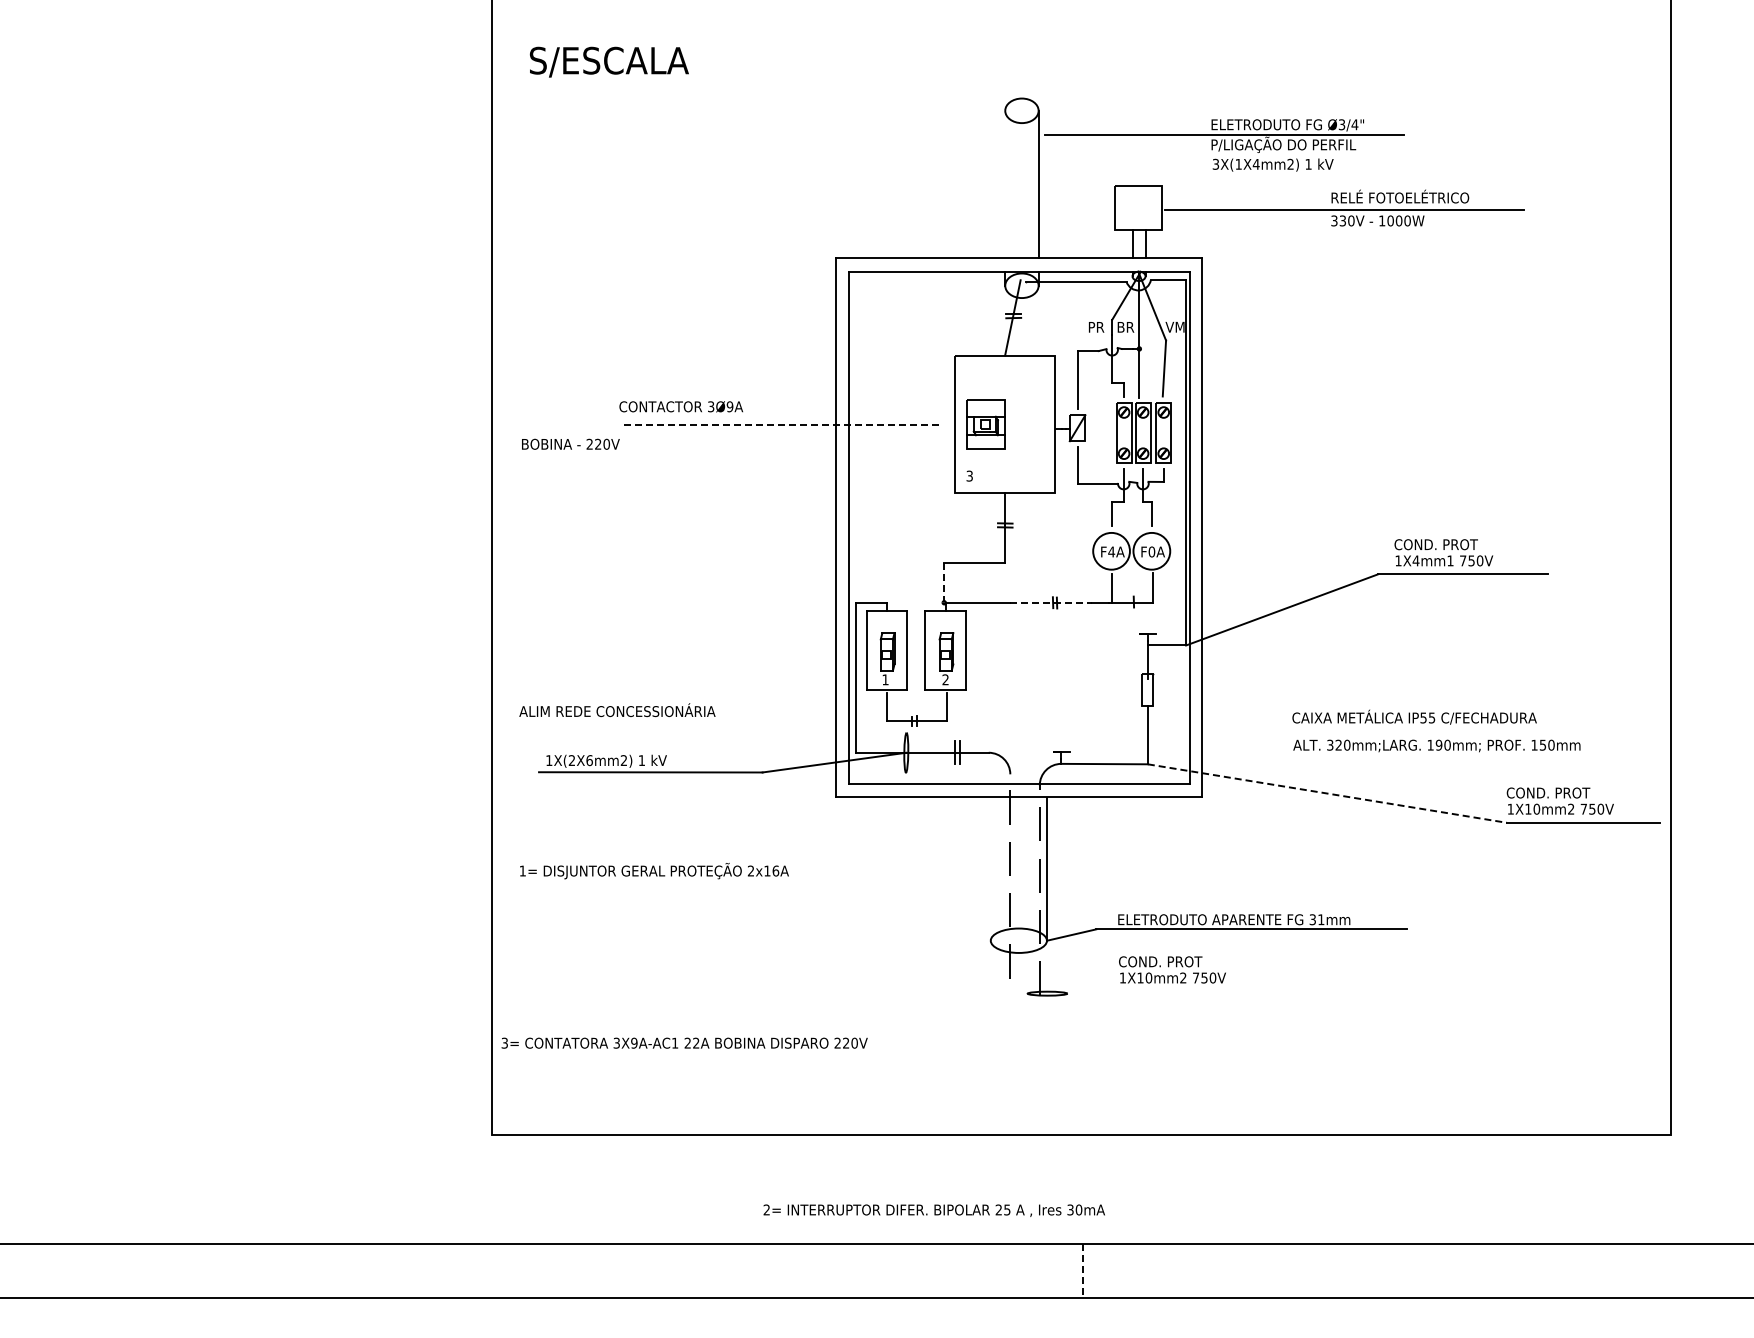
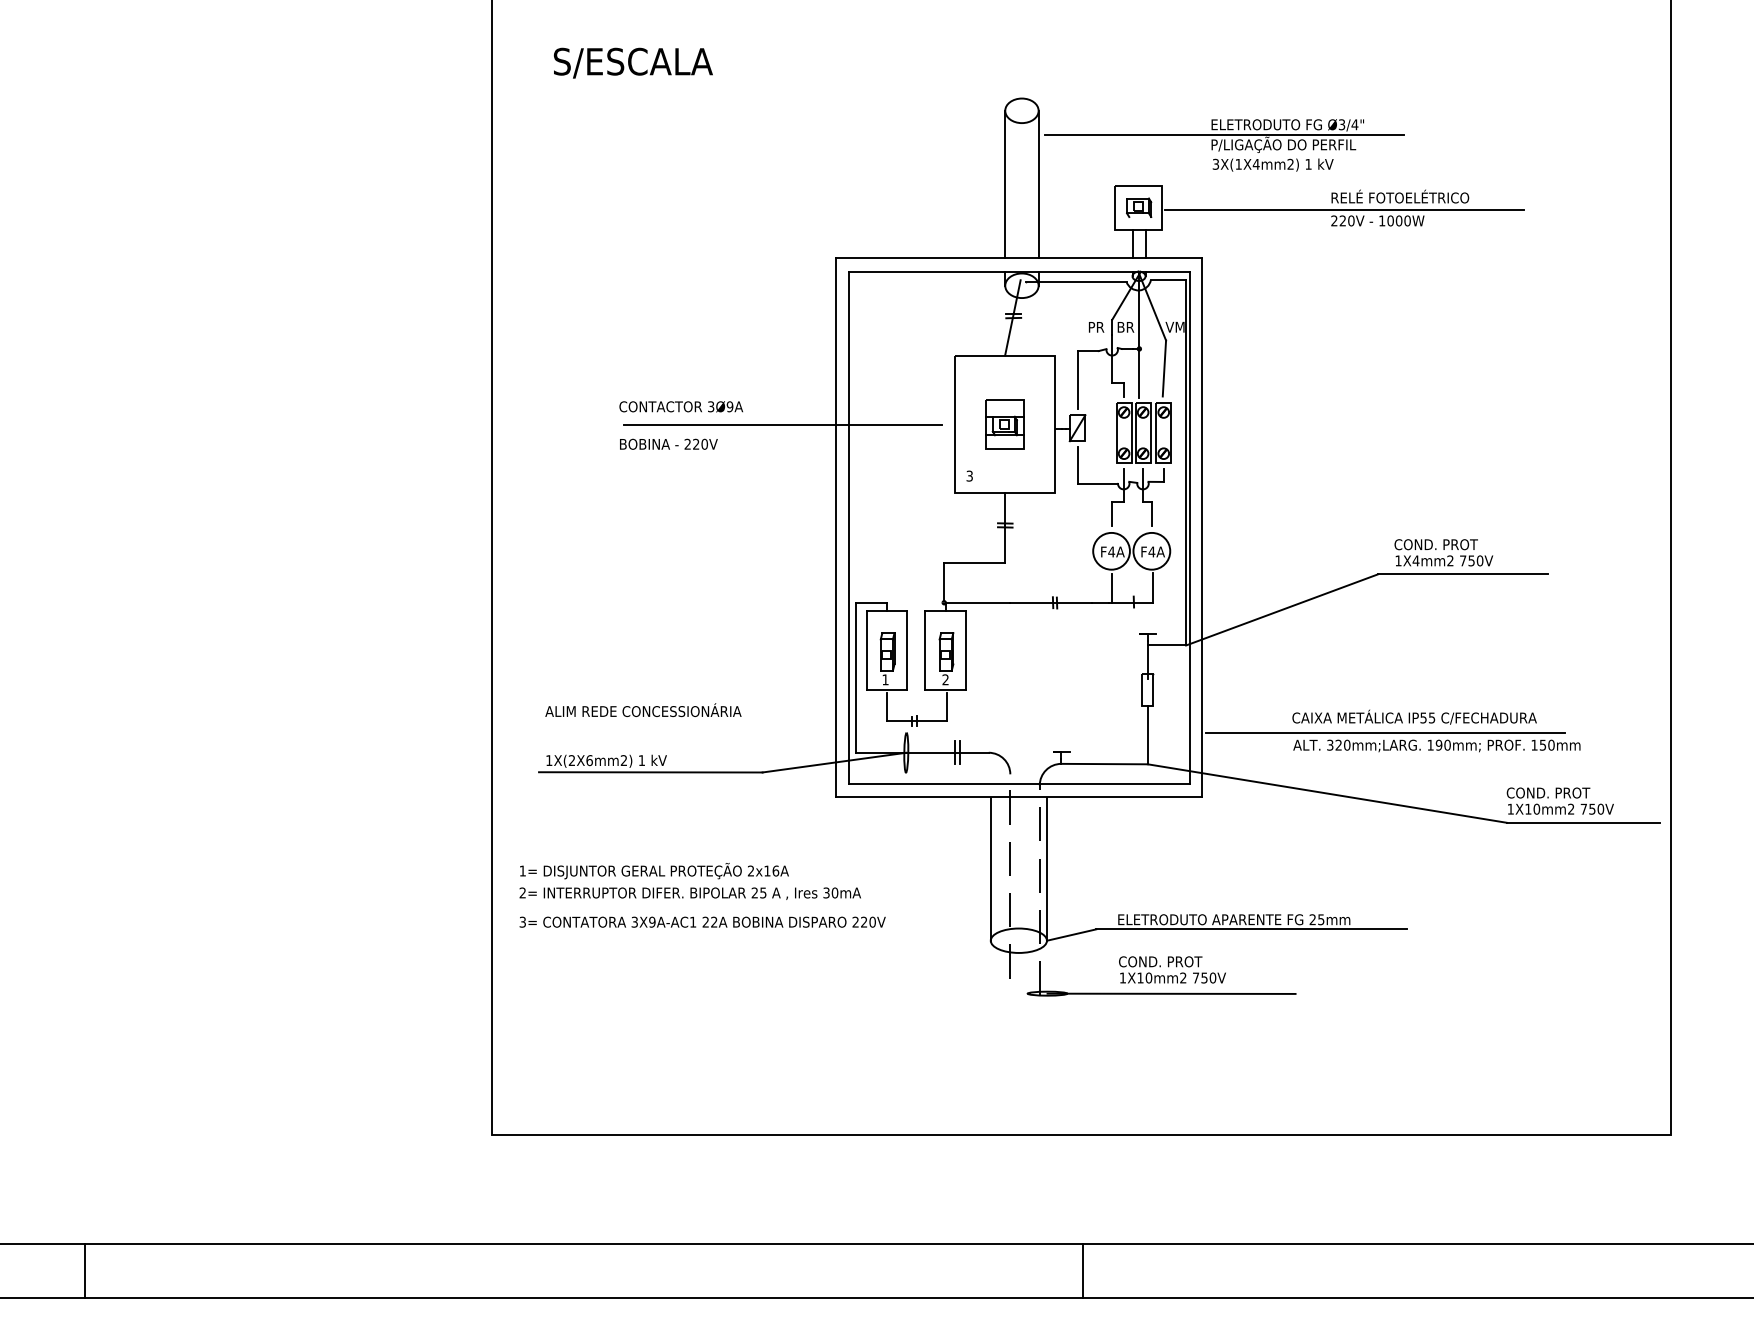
text at (608, 61) position: (608, 61) -> (632, 62)
line at (1005, 184): none -> present
part at (1139, 207): none -> present
text at (1338, 221): 330V -> 220V
line at (783, 424): dashed -> solid
part at (985, 424) position: (985, 424) -> (1004, 424)
text at (570, 443) position: (570, 443) -> (668, 443)
text at (1151, 551): F0A -> F4A
text at (1450, 560): 1X4mm1 -> 1X4mm2
line at (944, 582): dashed -> solid
line at (1051, 602): dashed -> solid
text at (617, 710) position: (617, 710) -> (643, 710)
line at (1385, 732): none -> present
line at (1327, 793): dashed -> solid
line at (990, 868): none -> present
text at (1316, 919): 31mm -> 25mm
line at (1171, 993): none -> present
text at (684, 1042) position: (684, 1042) -> (702, 921)
text at (933, 1210) position: (933, 1210) -> (689, 893)
line at (85, 1271): none -> present
line at (1082, 1271): dashed -> solid
